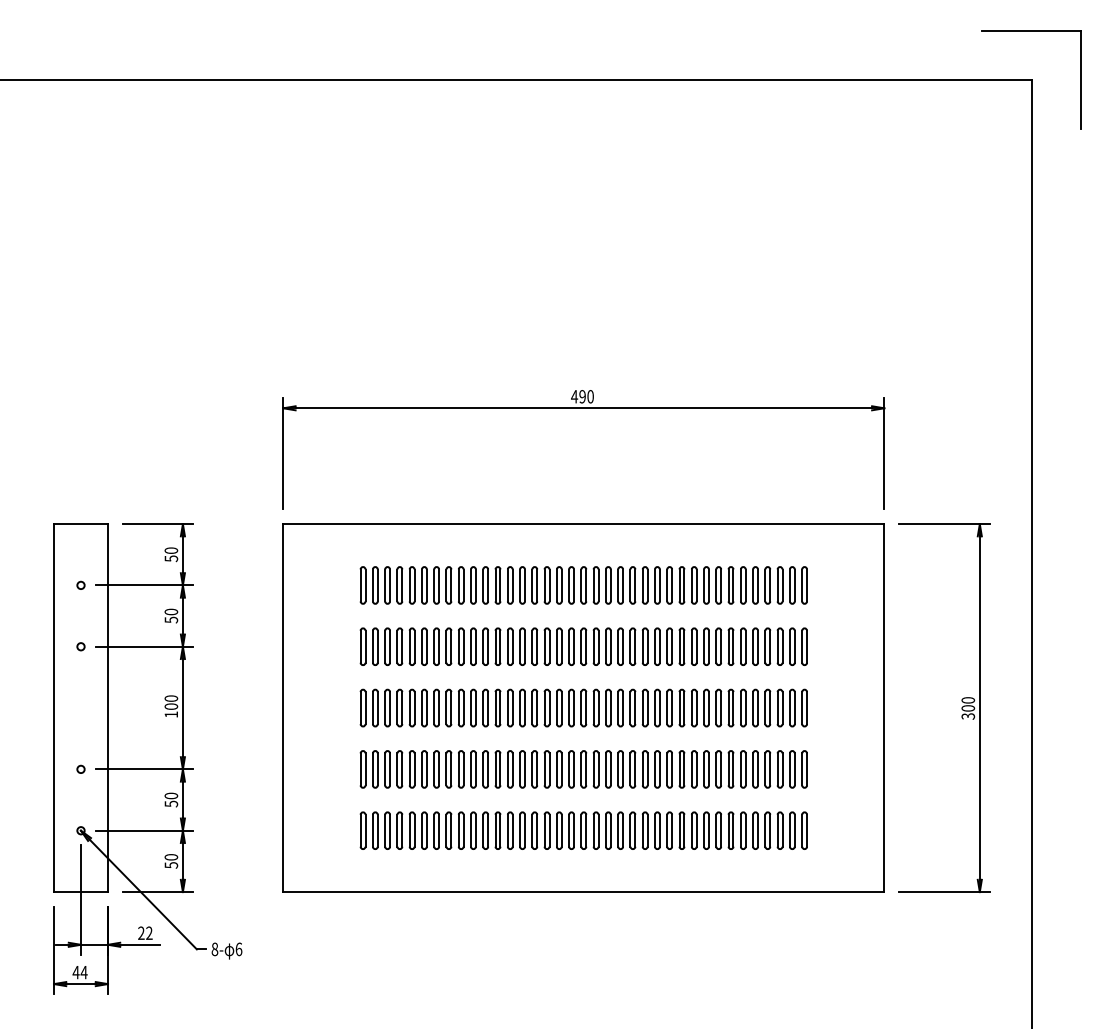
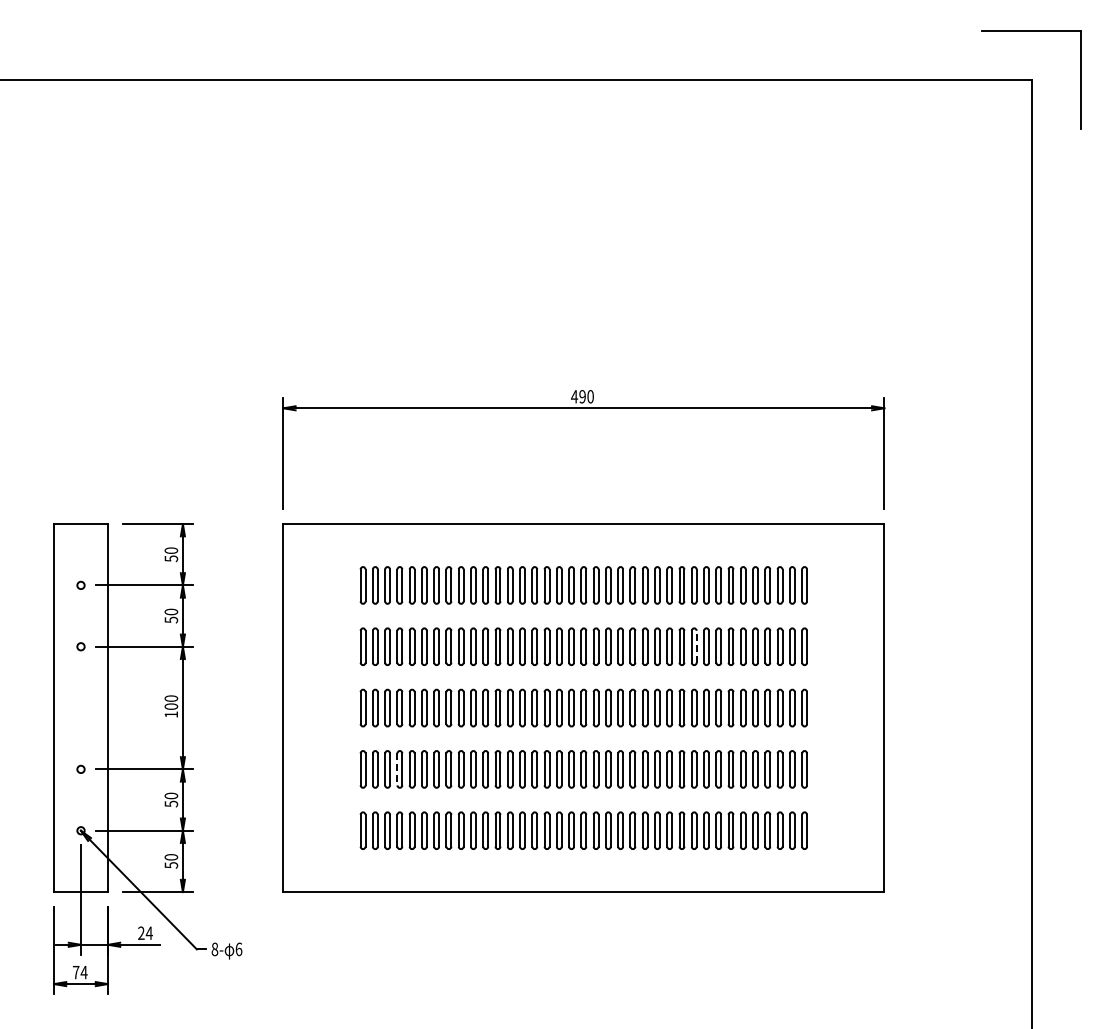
line at (696, 646): solid -> dashed
part at (961, 707): present -> none
line at (397, 769): solid -> dashed
text at (148, 932): 22 -> 24
text at (75, 972): 44 -> 74
